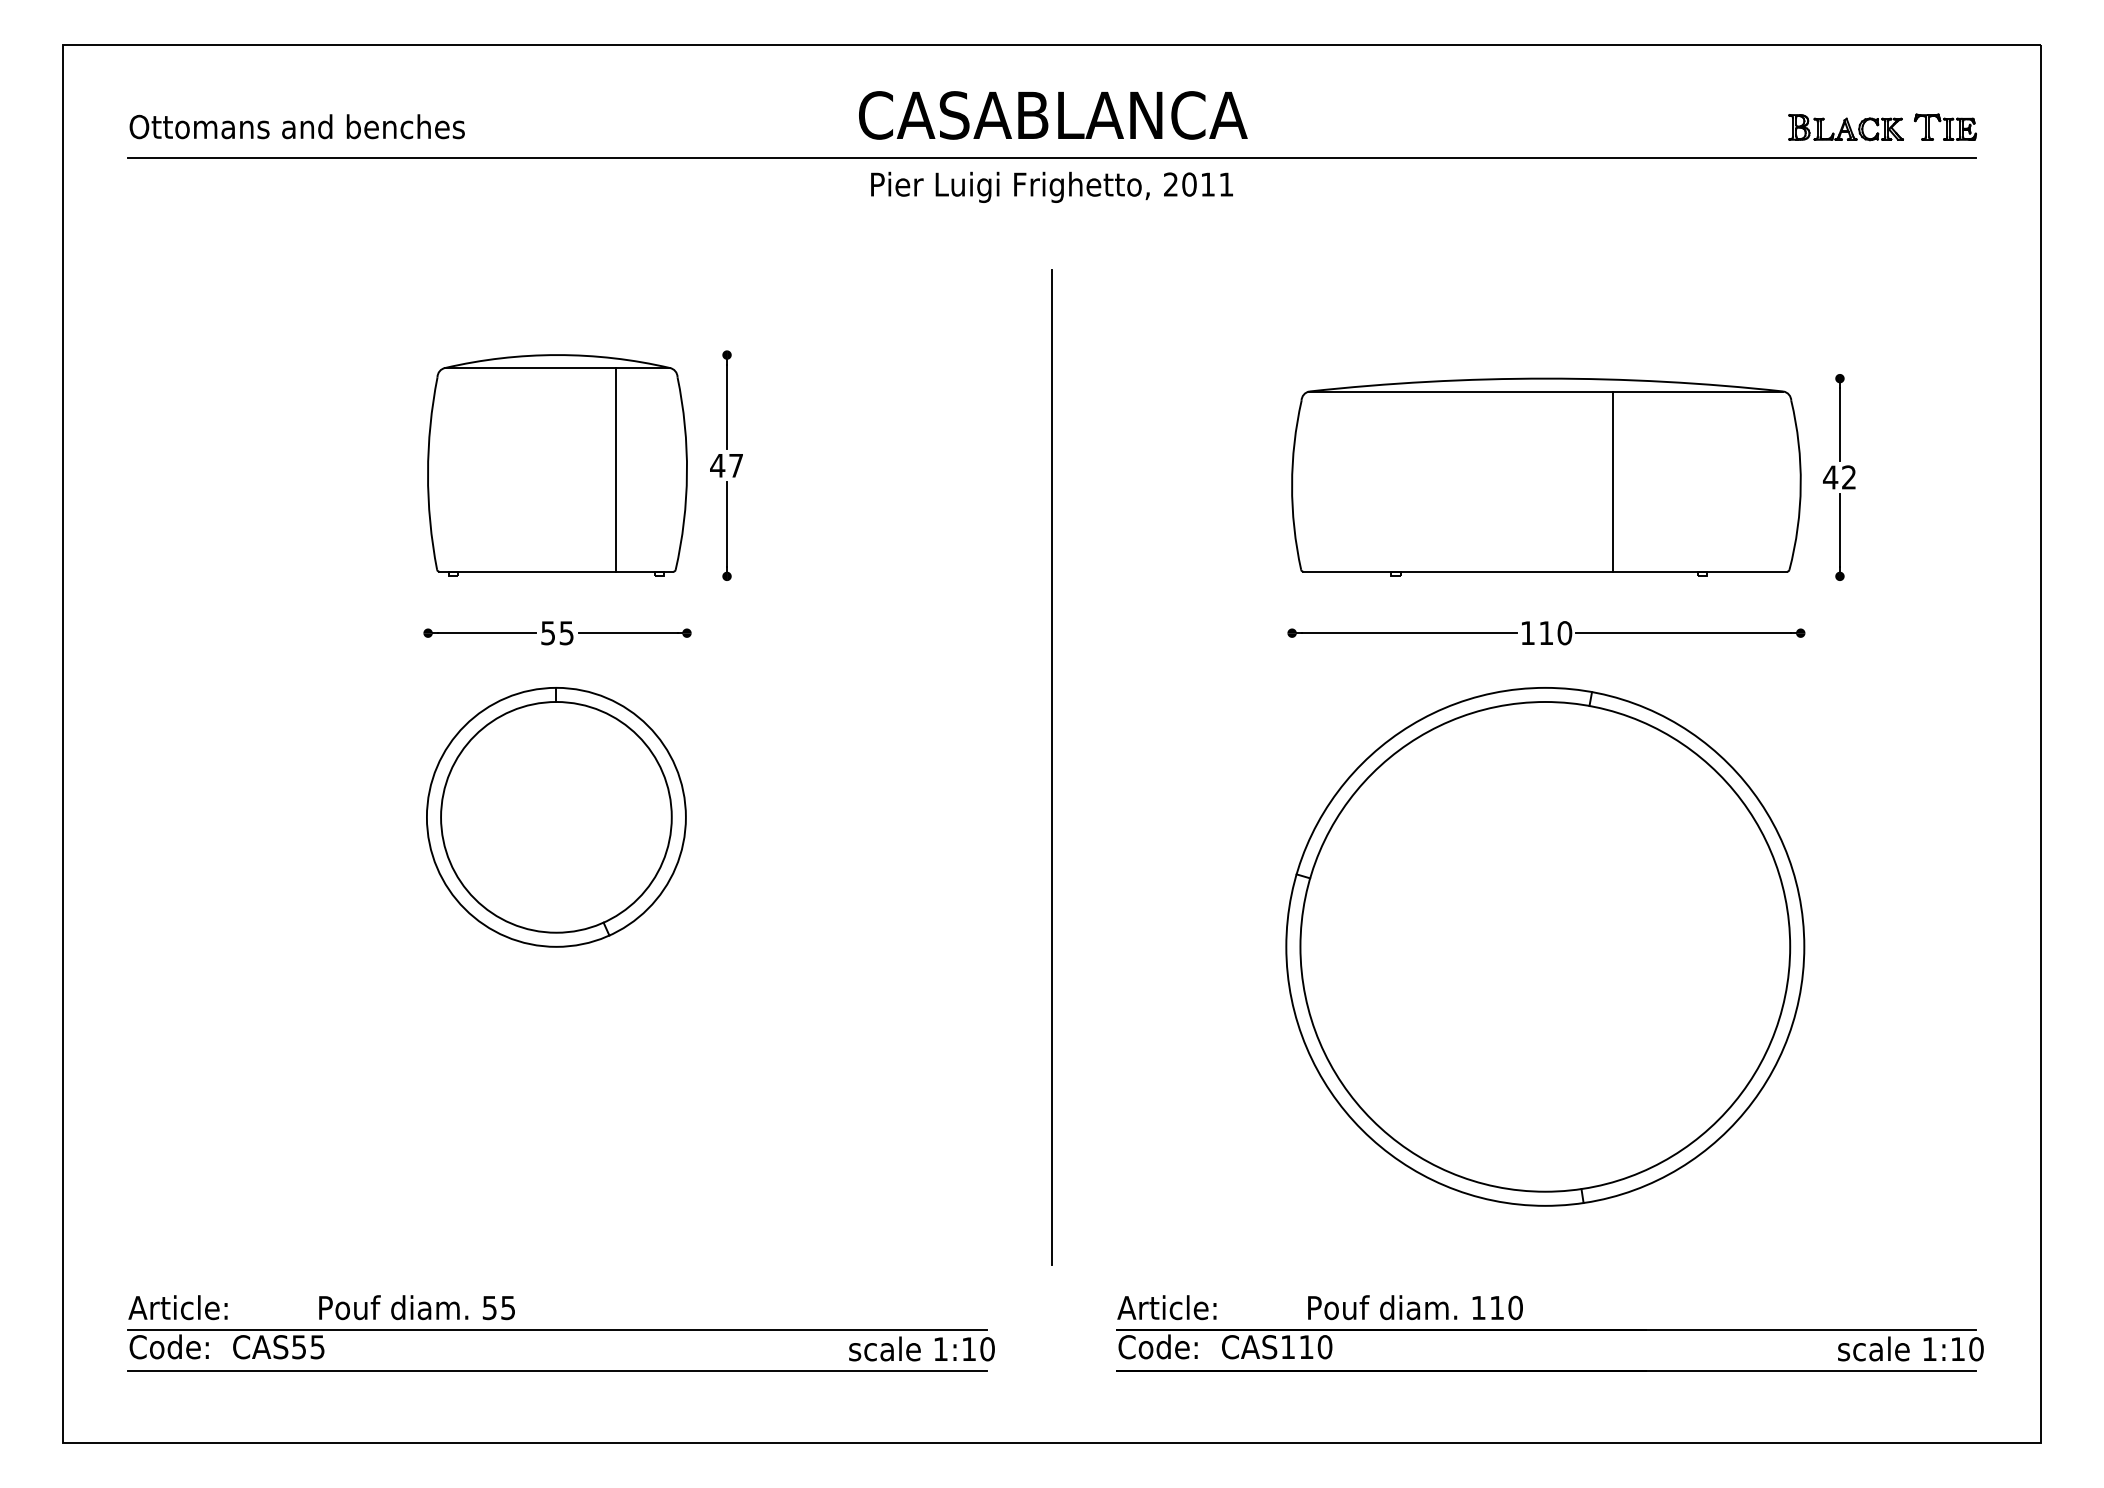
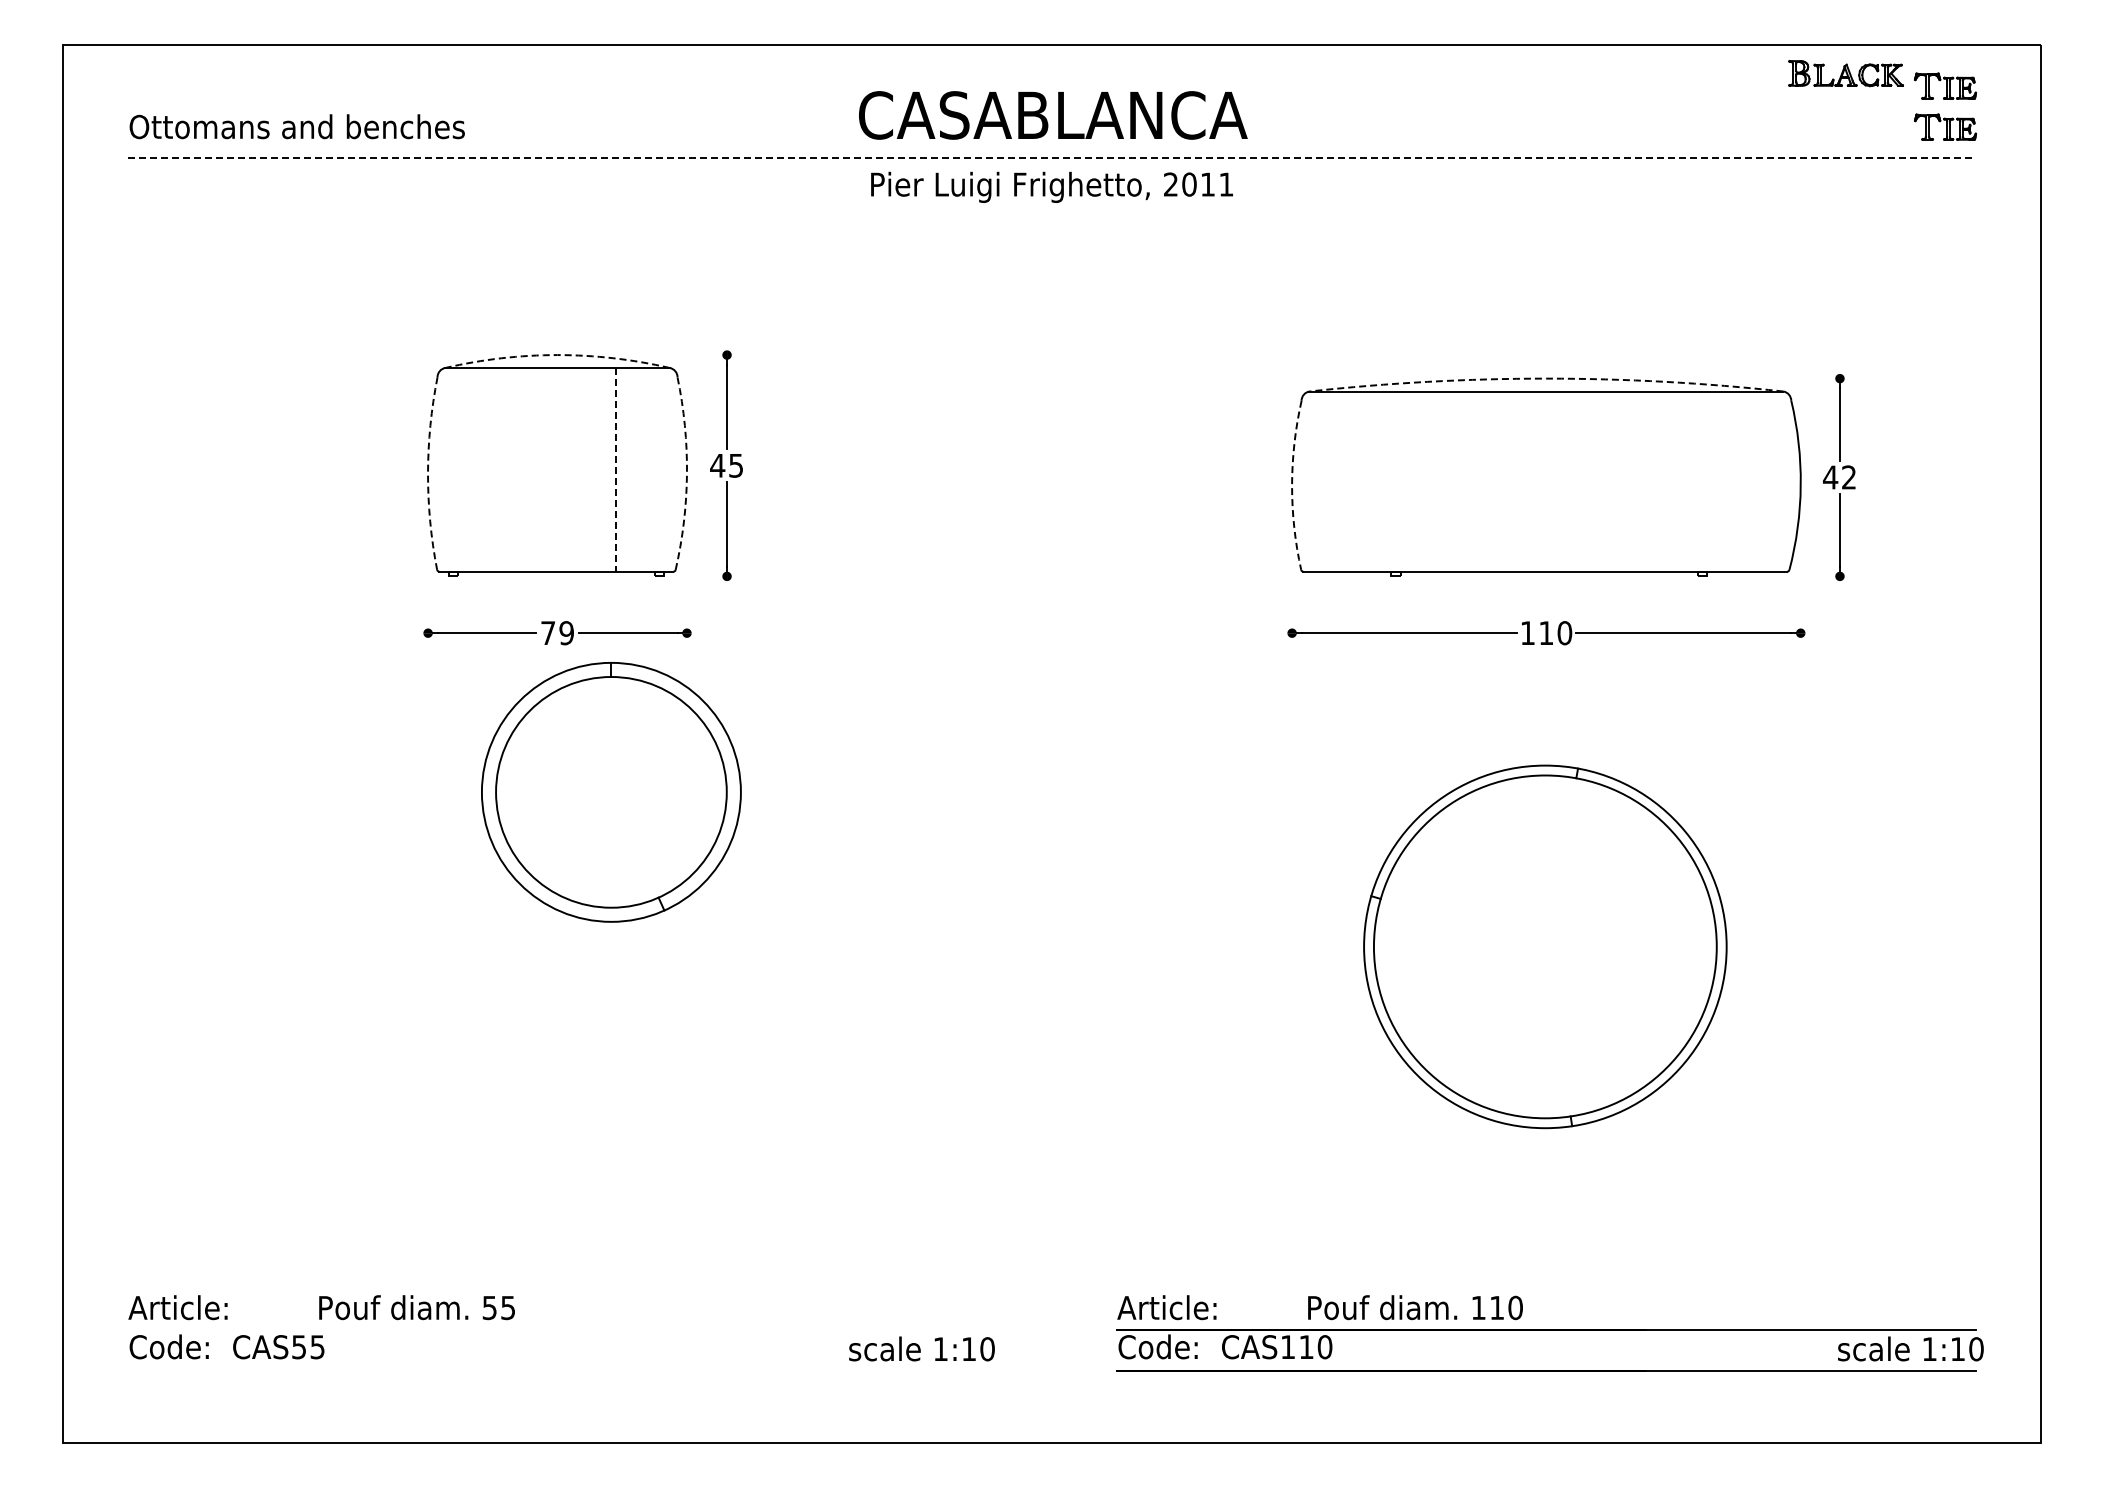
part at (1945, 85): none -> present
part at (1845, 127) position: (1845, 127) -> (1845, 73)
line at (1051, 157): solid -> dashed
arc at (557, 355): solid -> dashed
arc at (1546, 378): solid -> dashed
text at (735, 465): 47 -> 45
line at (616, 469): solid -> dashed
arc at (428, 473): solid -> dashed
arc at (686, 473): solid -> dashed
line at (1613, 481): present -> none
arc at (1292, 485): solid -> dashed
text at (557, 633): 55 -> 79
line at (1052, 767): present -> none
part at (556, 817) position: (556, 817) -> (611, 792)
part at (1545, 946) size: 521x520 px -> 365x366 px
line at (557, 1330): present -> none
line at (557, 1371): present -> none
